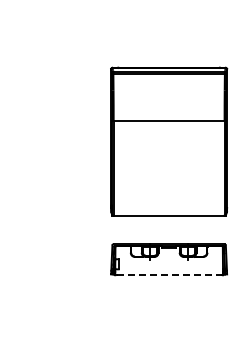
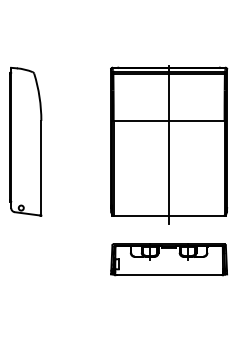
part at (25, 141): none -> present
line at (169, 144): none -> present
line at (169, 275): dashed -> solid
